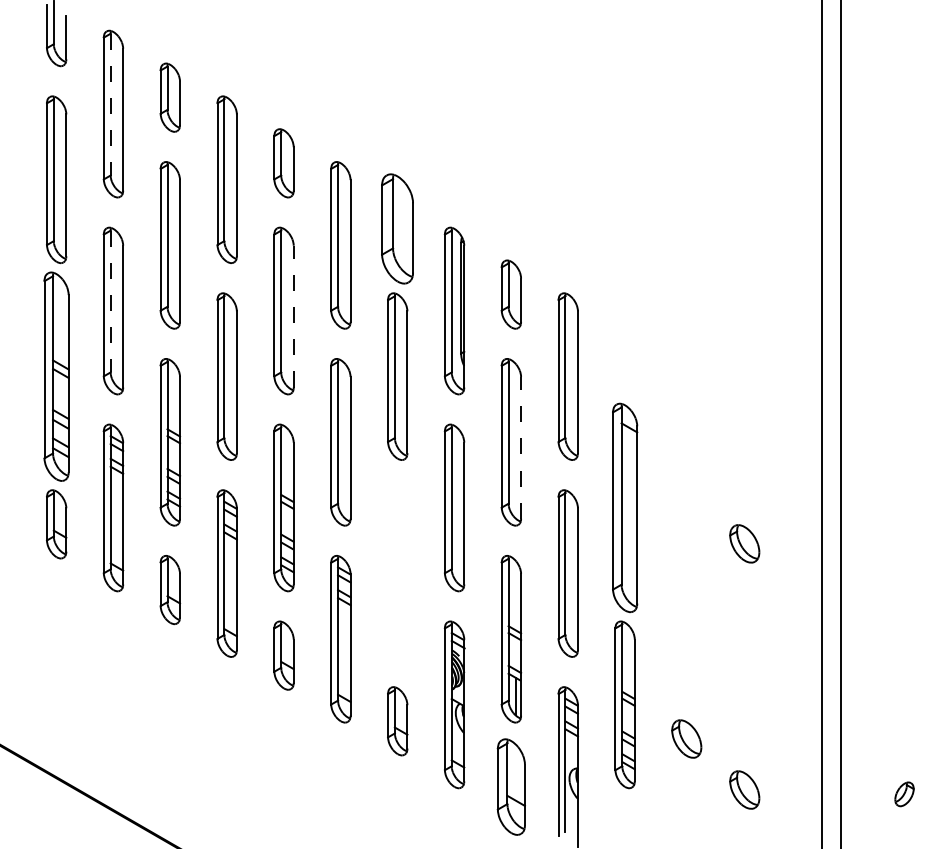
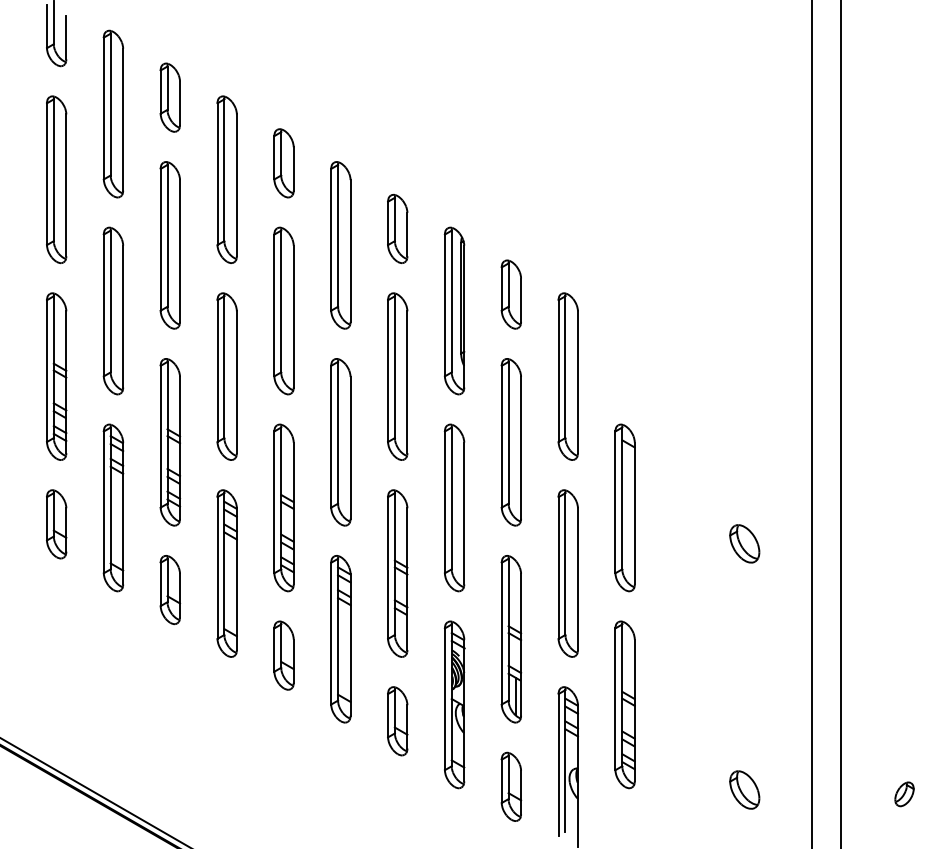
line at (110, 104): dashed -> solid
part at (397, 228) size: 33x112 px -> 22x70 px
line at (110, 301): dashed -> solid
line at (293, 316): dashed -> solid
part at (56, 376) size: 27x211 px -> 22x169 px
line at (822, 423) position: (822, 423) -> (812, 423)
line at (521, 447): dashed -> solid
part at (625, 507) size: 27x212 px -> 22x170 px
part at (397, 573): none -> present
part at (686, 738): present -> none
part at (510, 786) size: 30x98 px -> 23x71 px
line at (94, 792): none -> present
